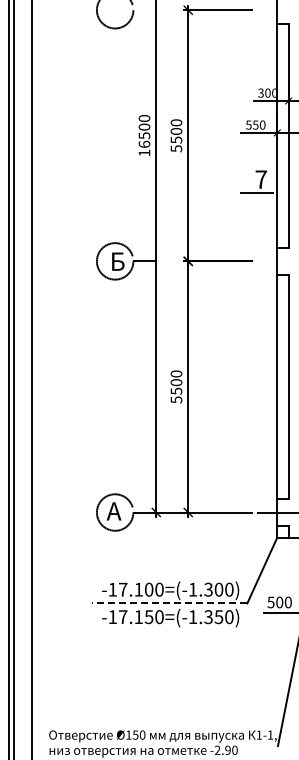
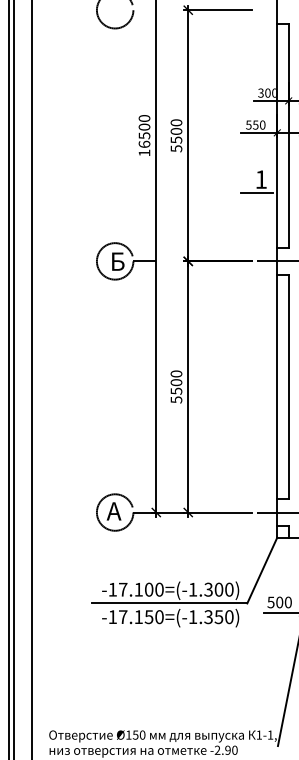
text at (261, 179): 7 -> 1
line at (275, 261): none -> present
line at (169, 603): dashed -> solid
